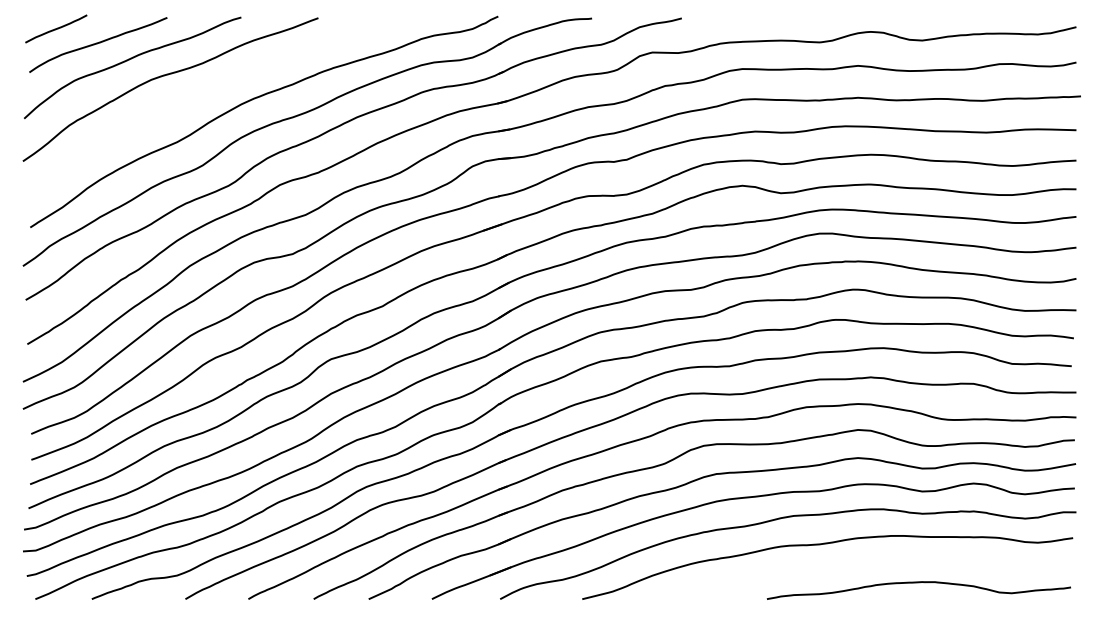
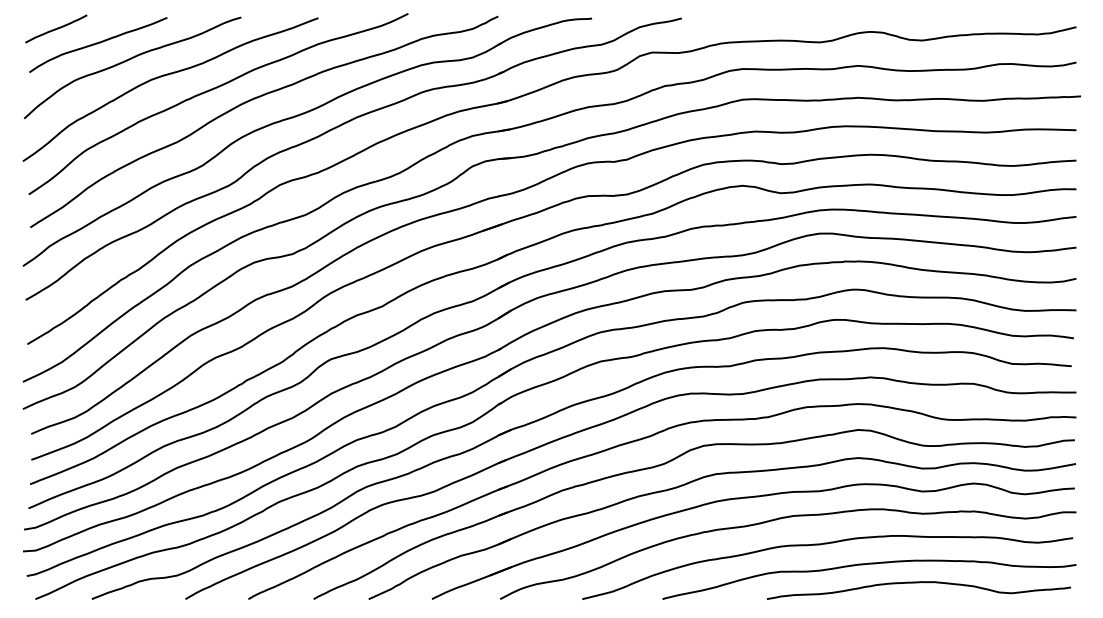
curve at (212, 90): none -> present
curve at (864, 565): none -> present
